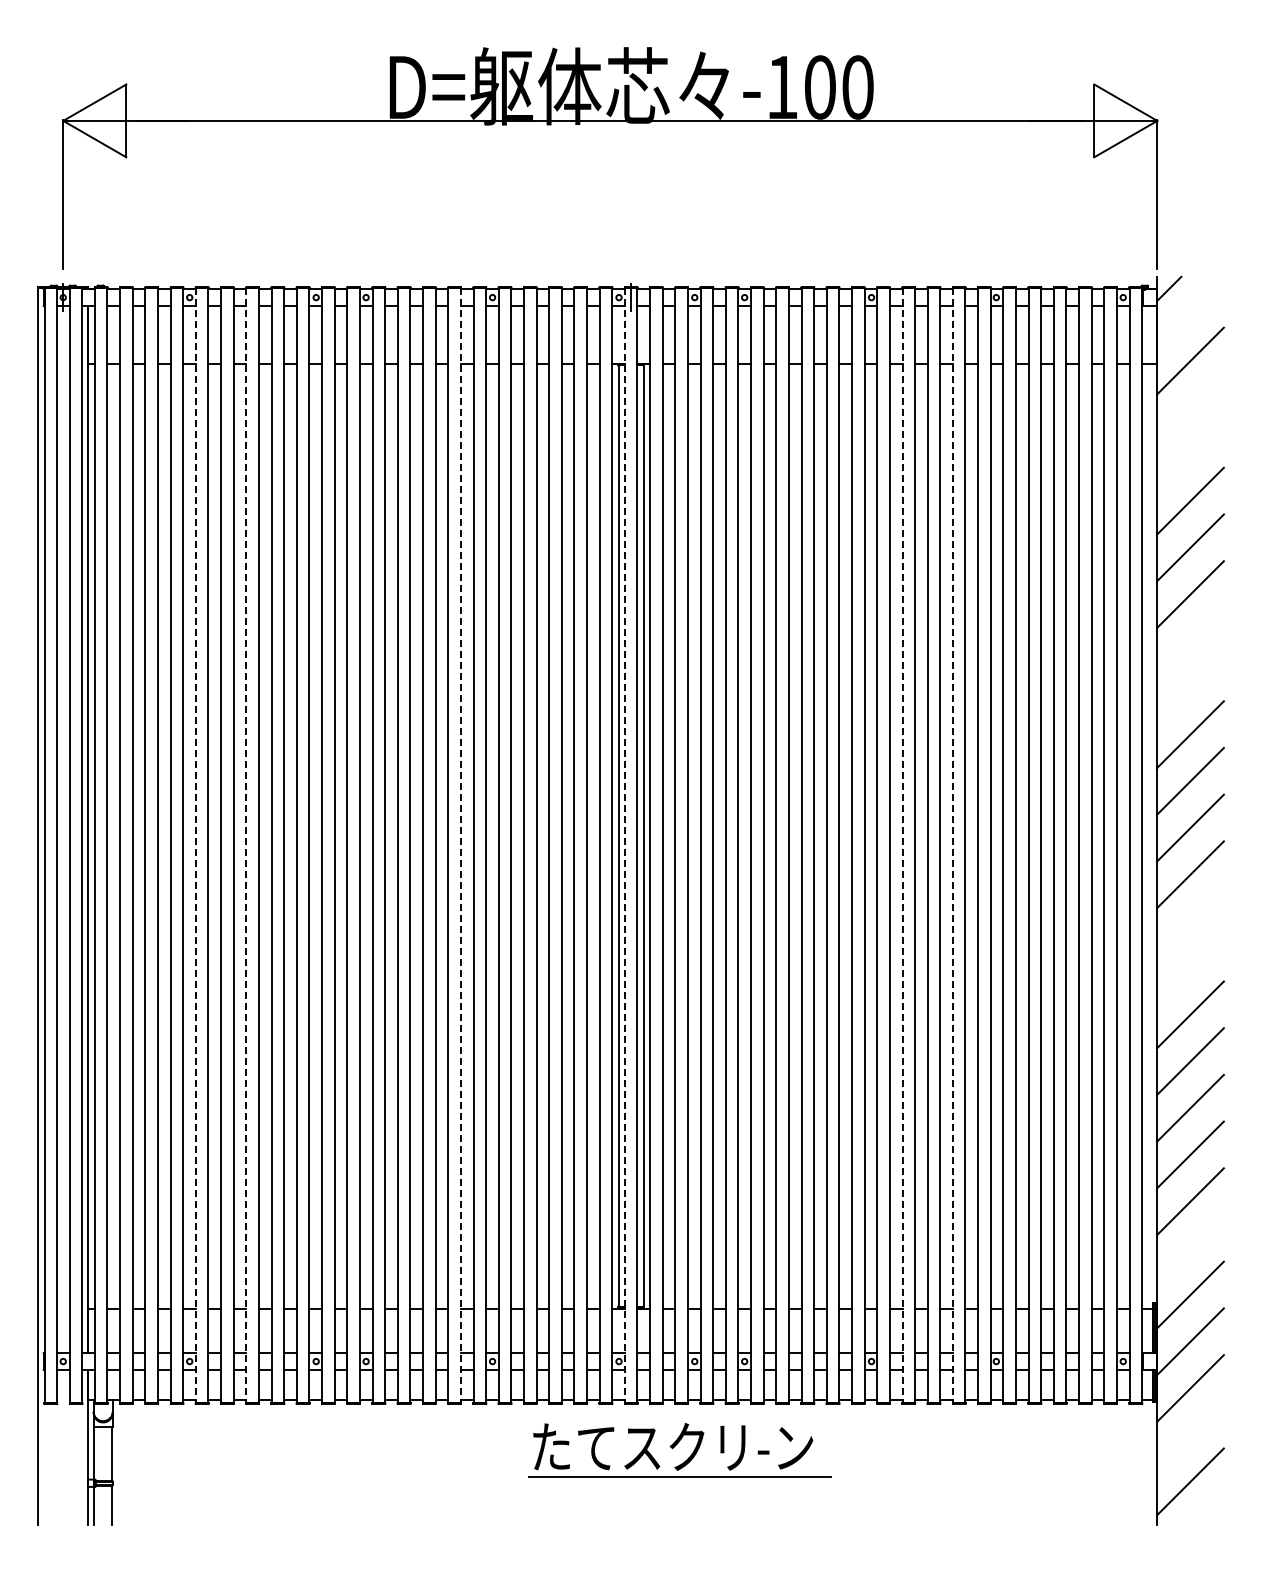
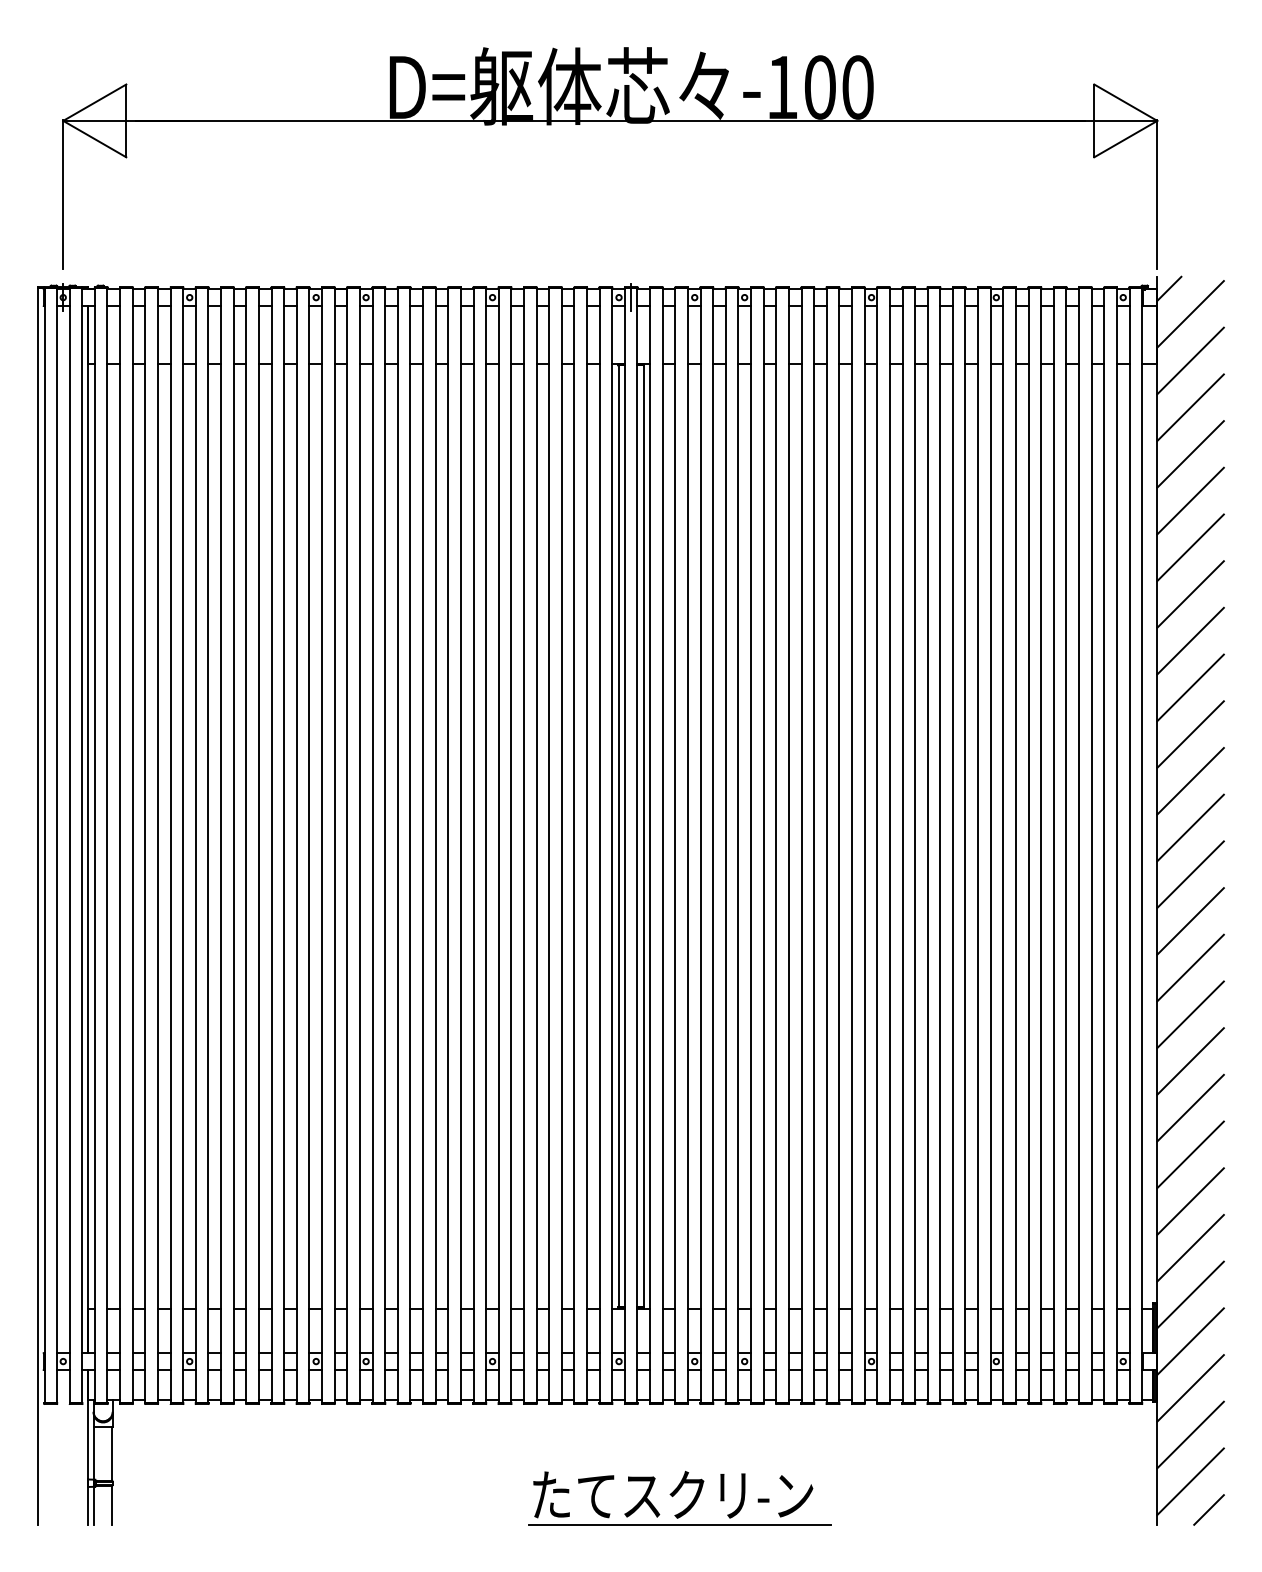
line at (1190, 314): none -> present
line at (1190, 407): none -> present
line at (1190, 454): none -> present
line at (1190, 640): none -> present
line at (1190, 687): none -> present
line at (195, 846): dashed -> solid
line at (246, 846): dashed -> solid
line at (460, 846): dashed -> solid
line at (624, 846): dashed -> solid
line at (902, 846): dashed -> solid
line at (952, 846): dashed -> solid
line at (1190, 921): none -> present
line at (1190, 967): none -> present
line at (1190, 1247): none -> present
line at (1190, 1434): none -> present
part at (679, 1450) position: (679, 1450) -> (679, 1498)
line at (1208, 1509): none -> present
